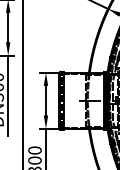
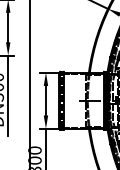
line at (23, 84) position: (23, 84) -> (30, 84)
